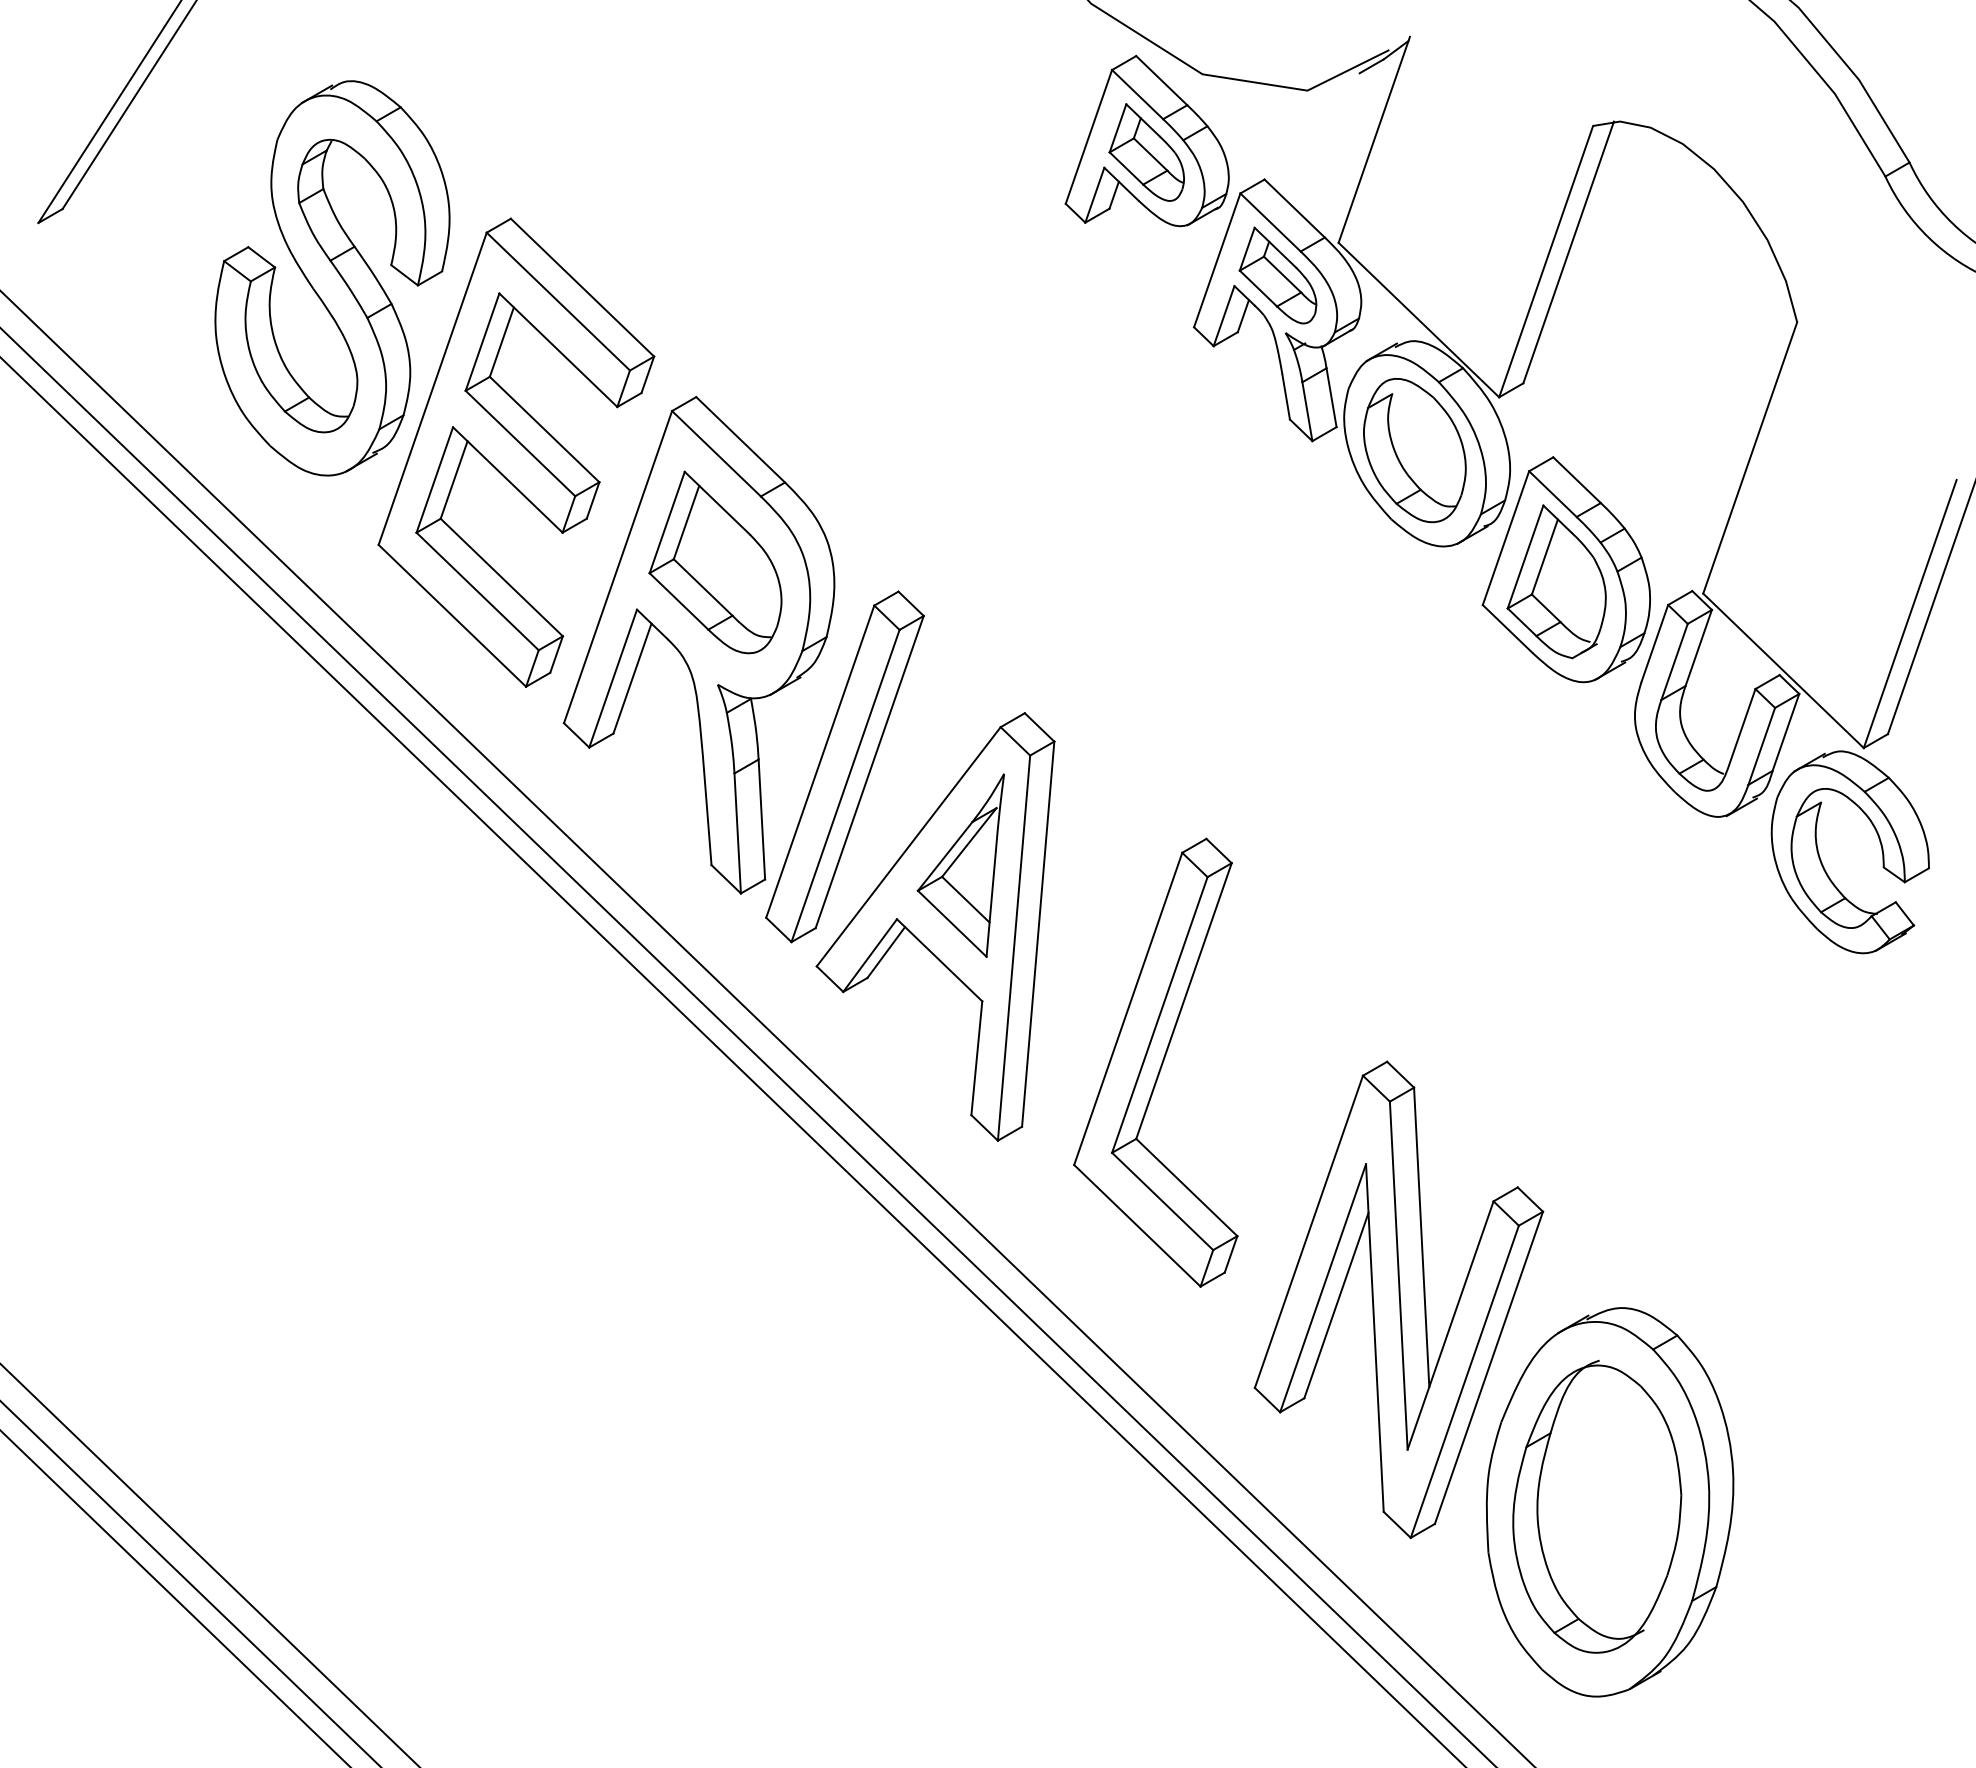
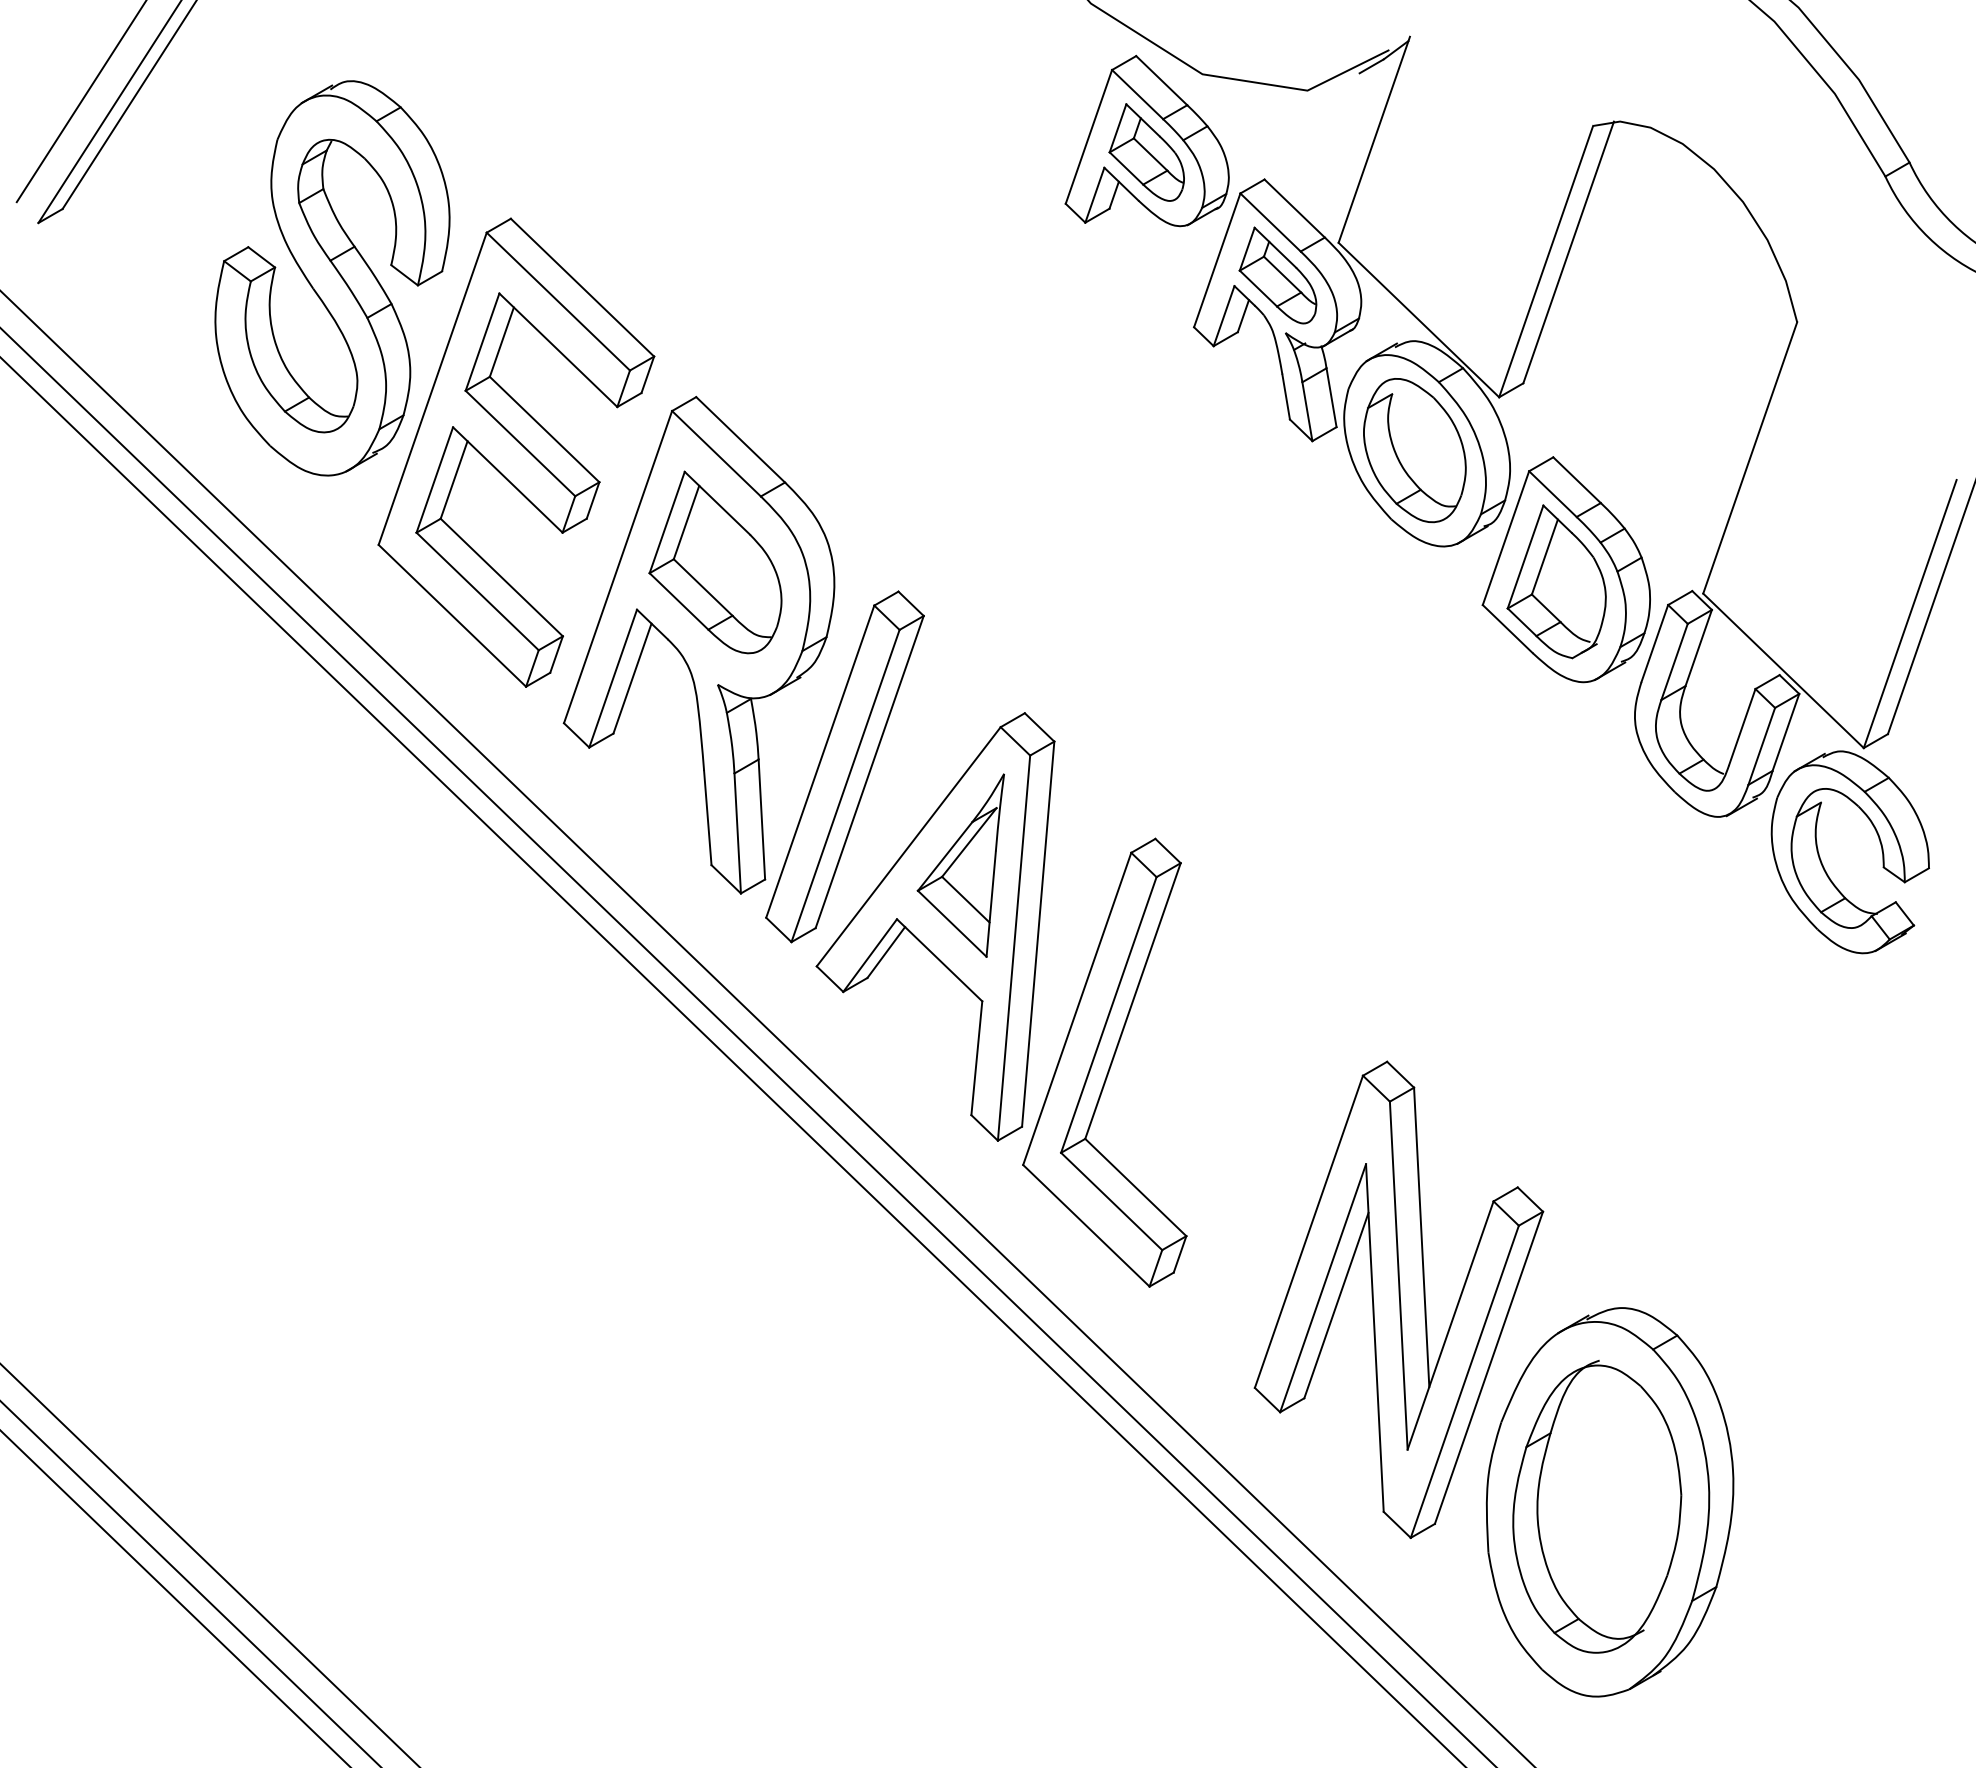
line at (80, 102): none -> present
part at (1155, 1062) position: (1155, 1062) -> (1104, 1062)
